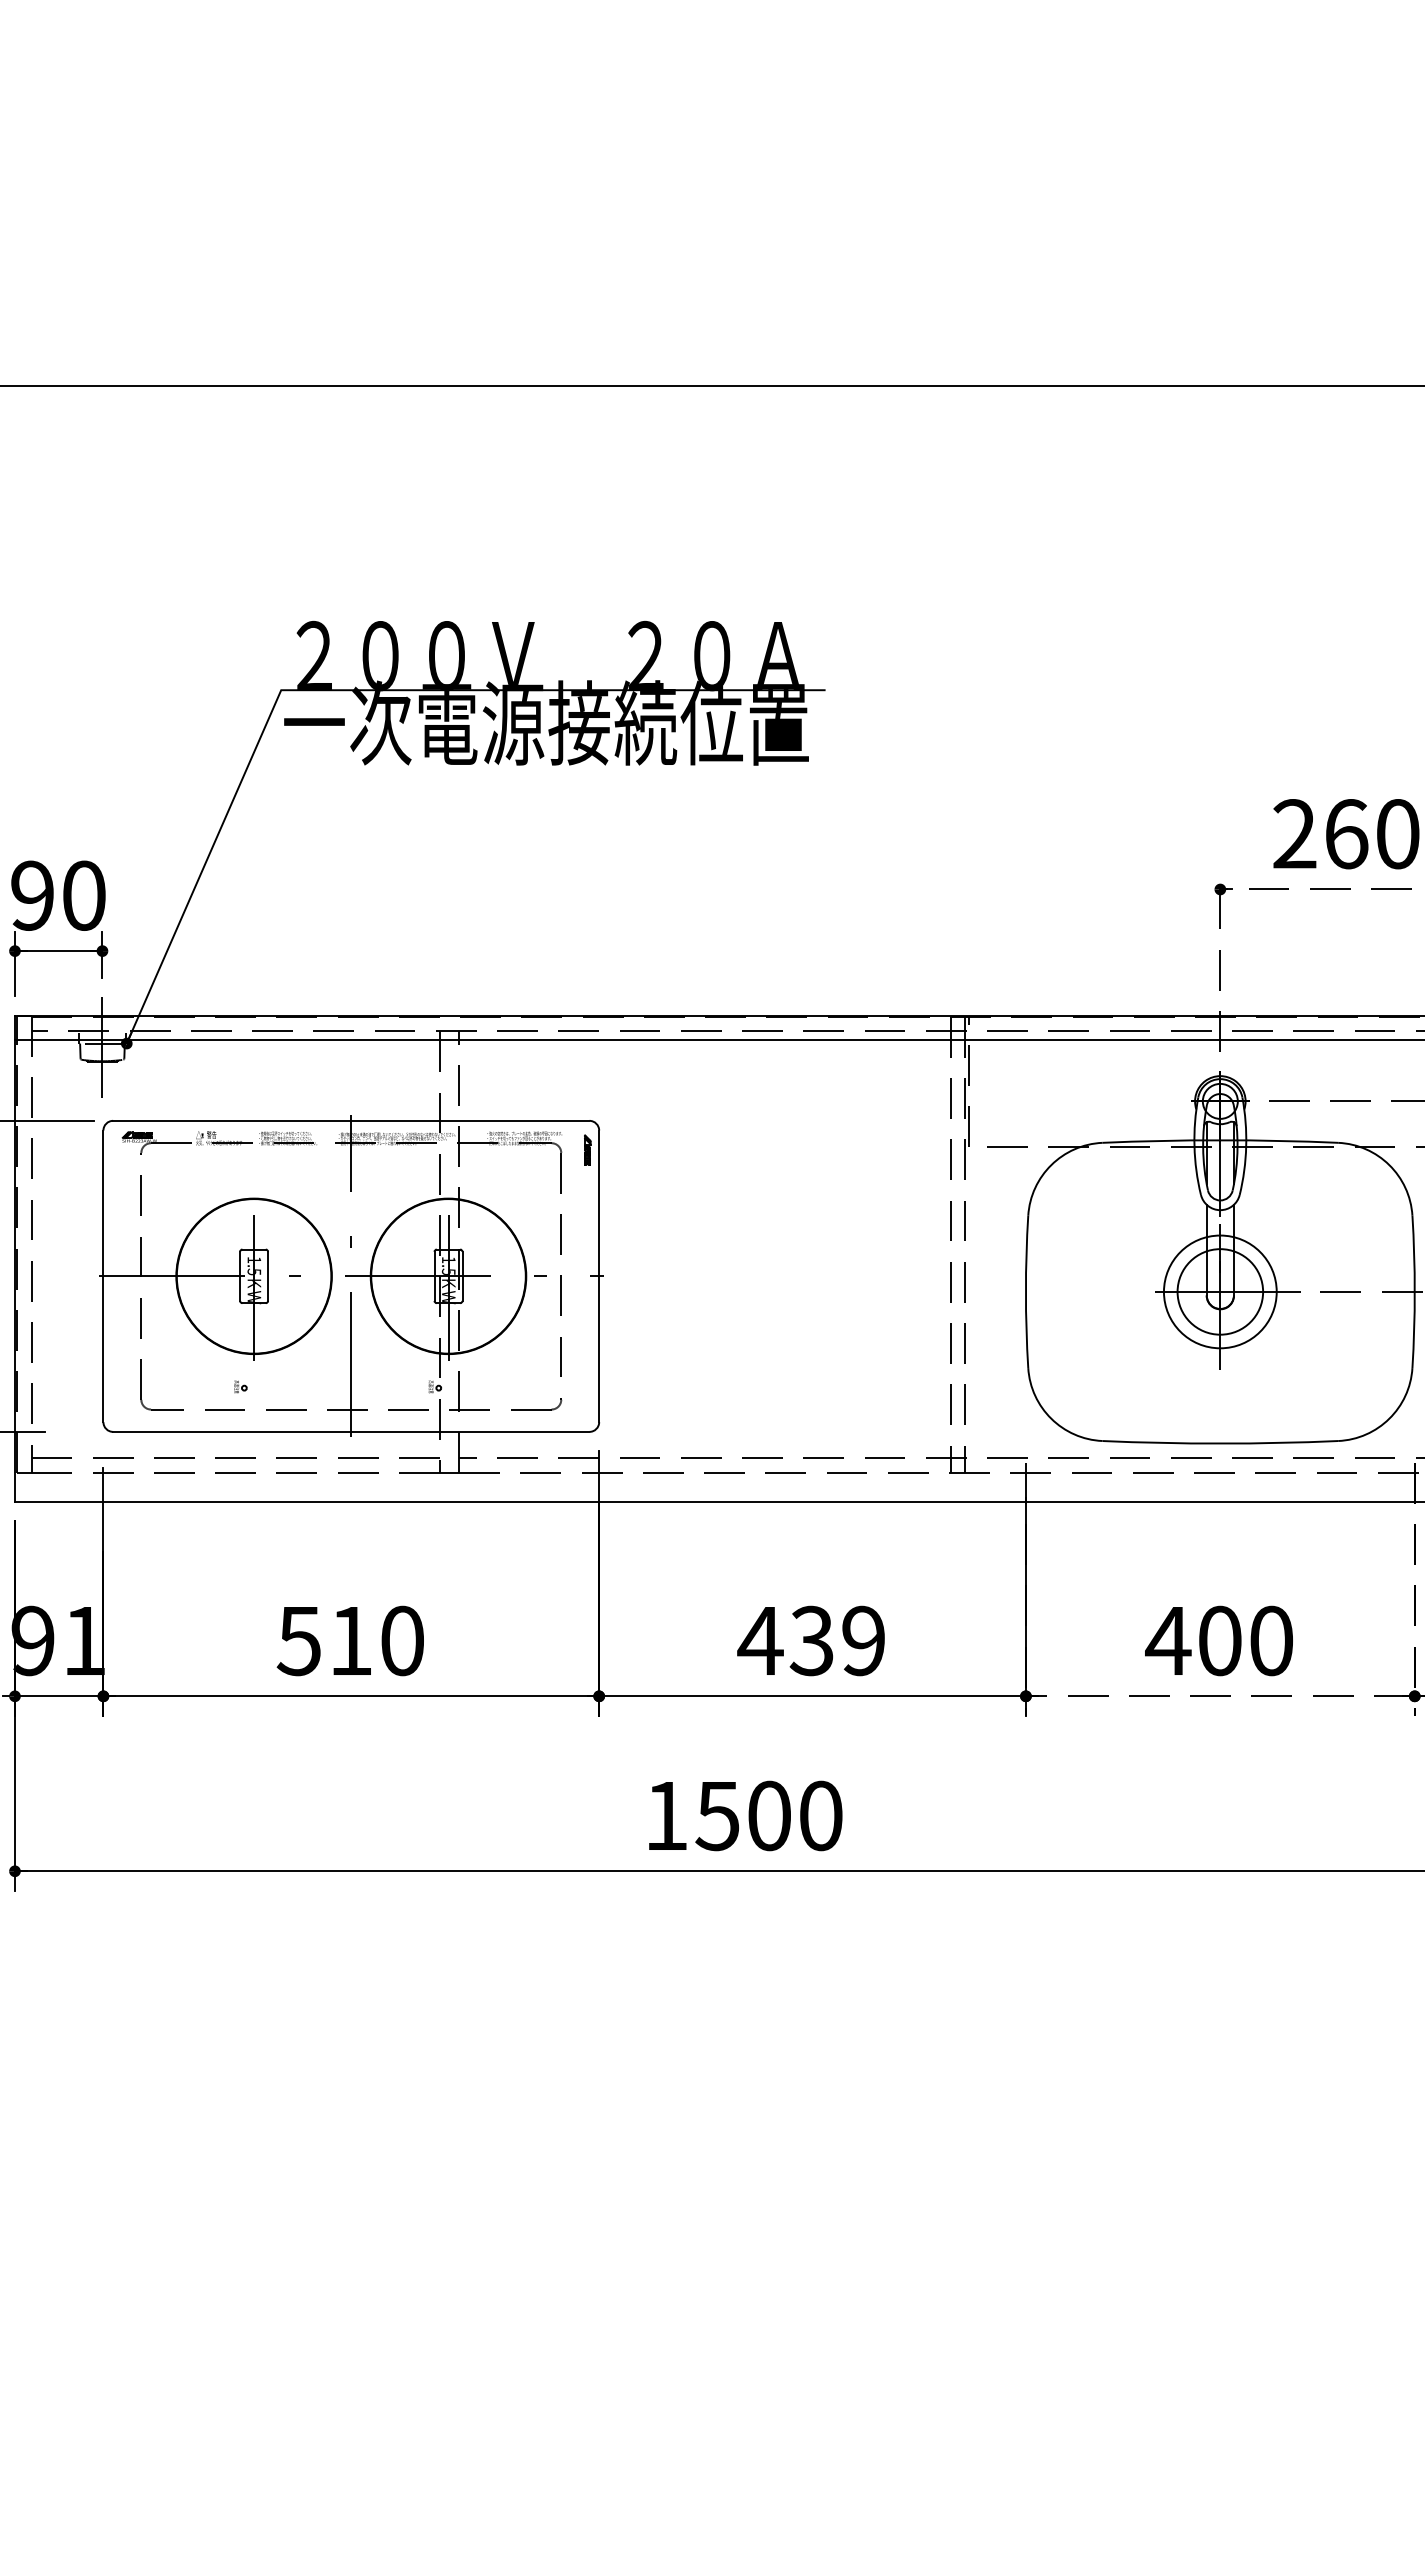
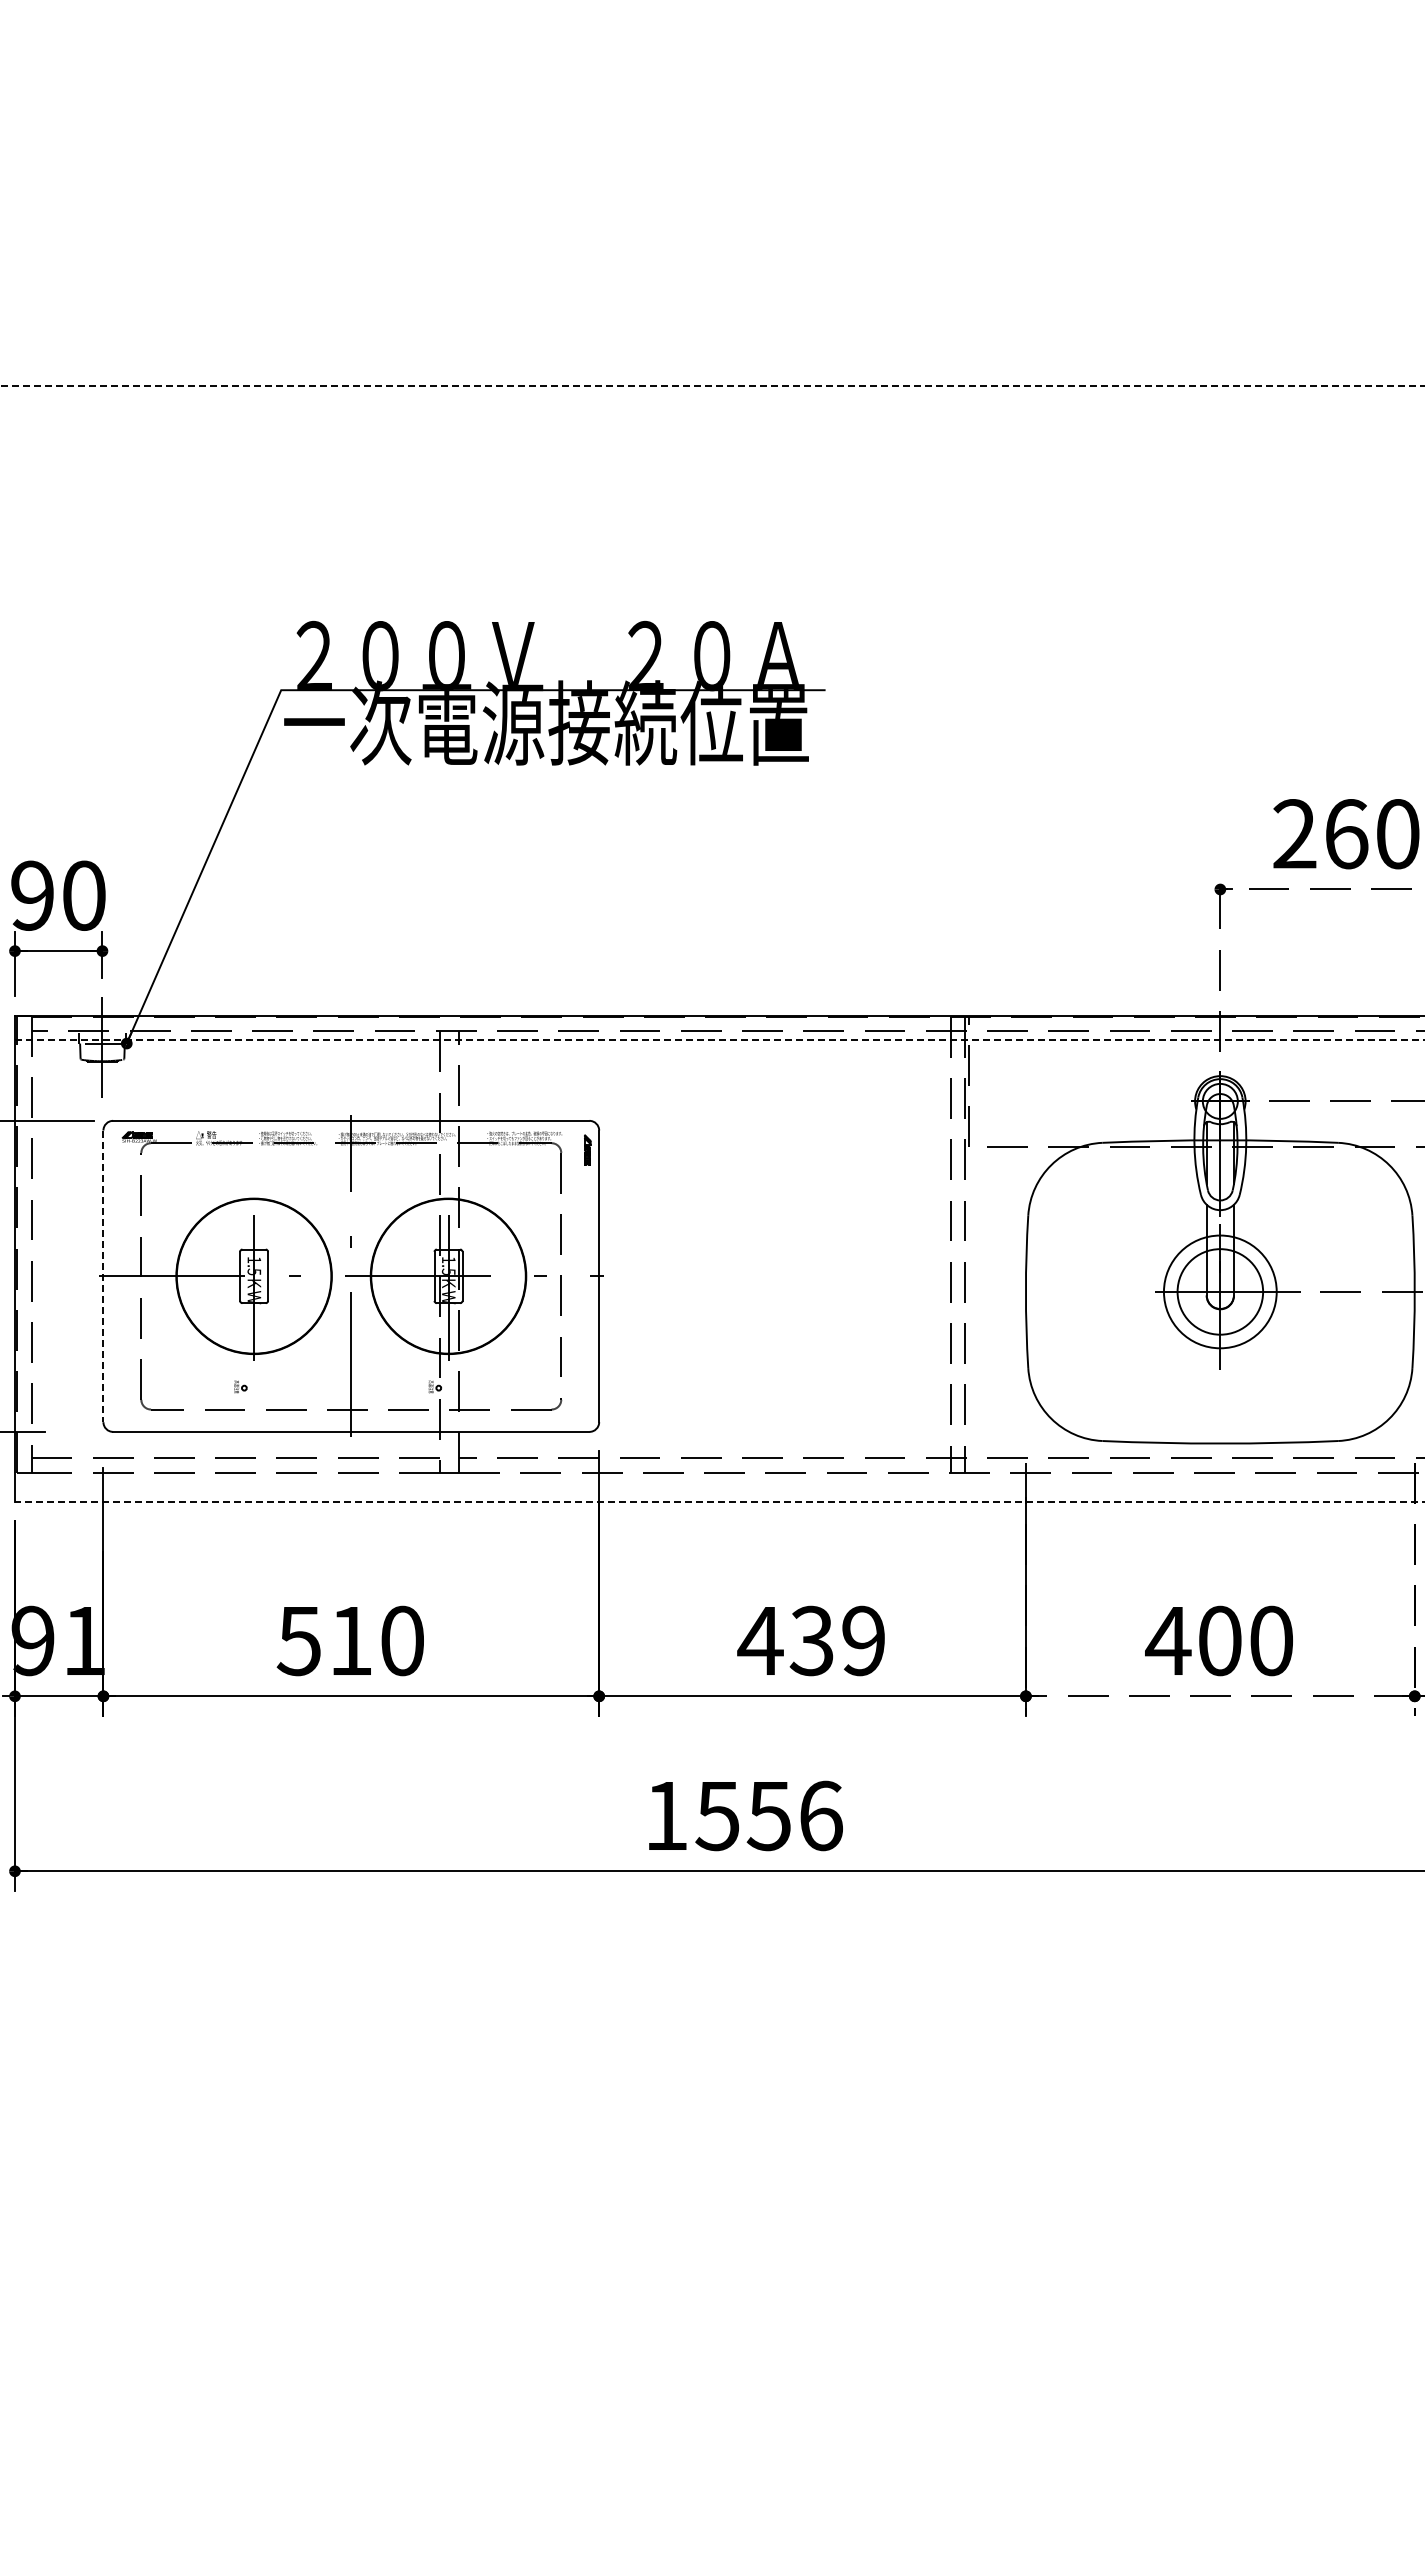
line at (713, 386): solid -> dashed
line at (719, 1040): solid -> dashed
line at (103, 1276): solid -> dashed
line at (719, 1501): solid -> dashed
text at (794, 1815): 1500 -> 1556
